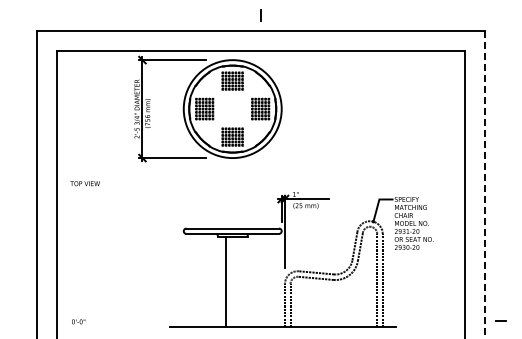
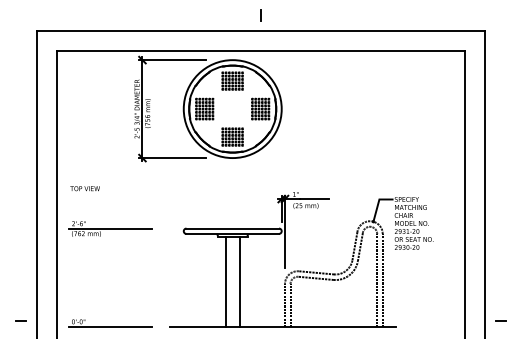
text at (84, 183) position: (84, 183) -> (84, 188)
line at (485, 185): dashed -> solid
part at (110, 228): none -> present
line at (239, 281): none -> present
line at (20, 320): none -> present
line at (110, 327): none -> present
